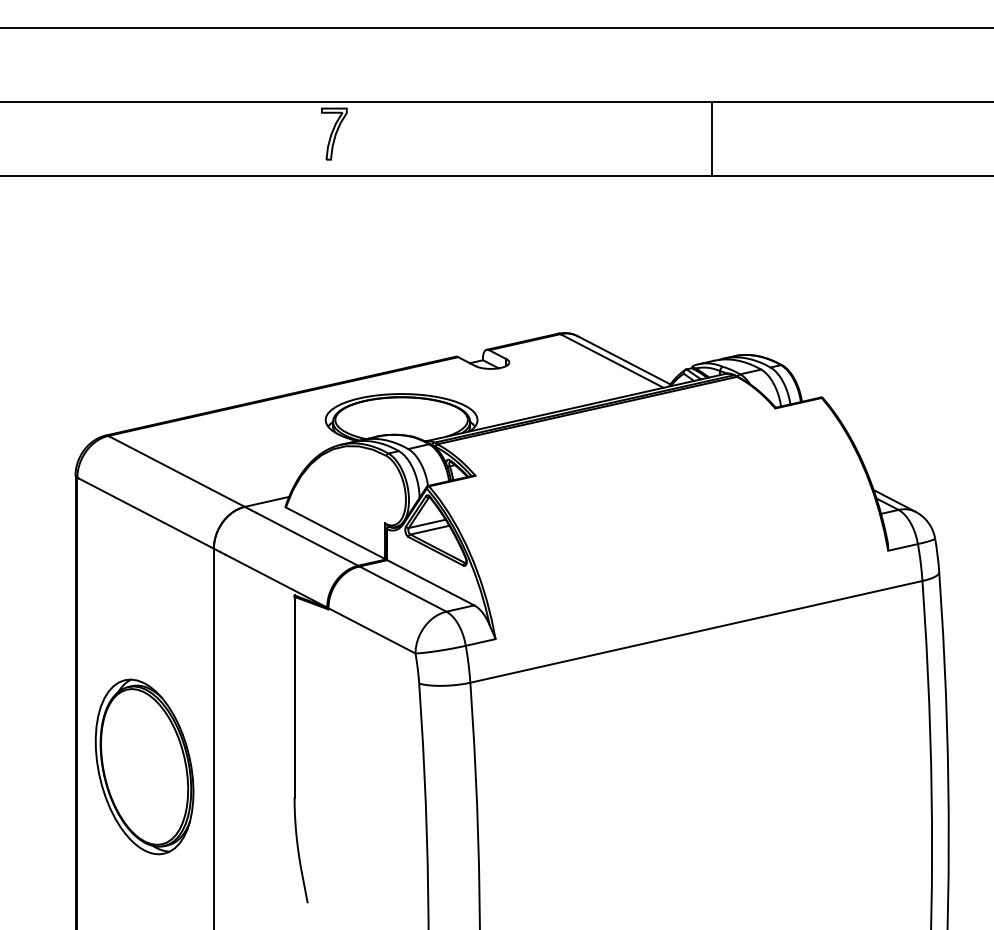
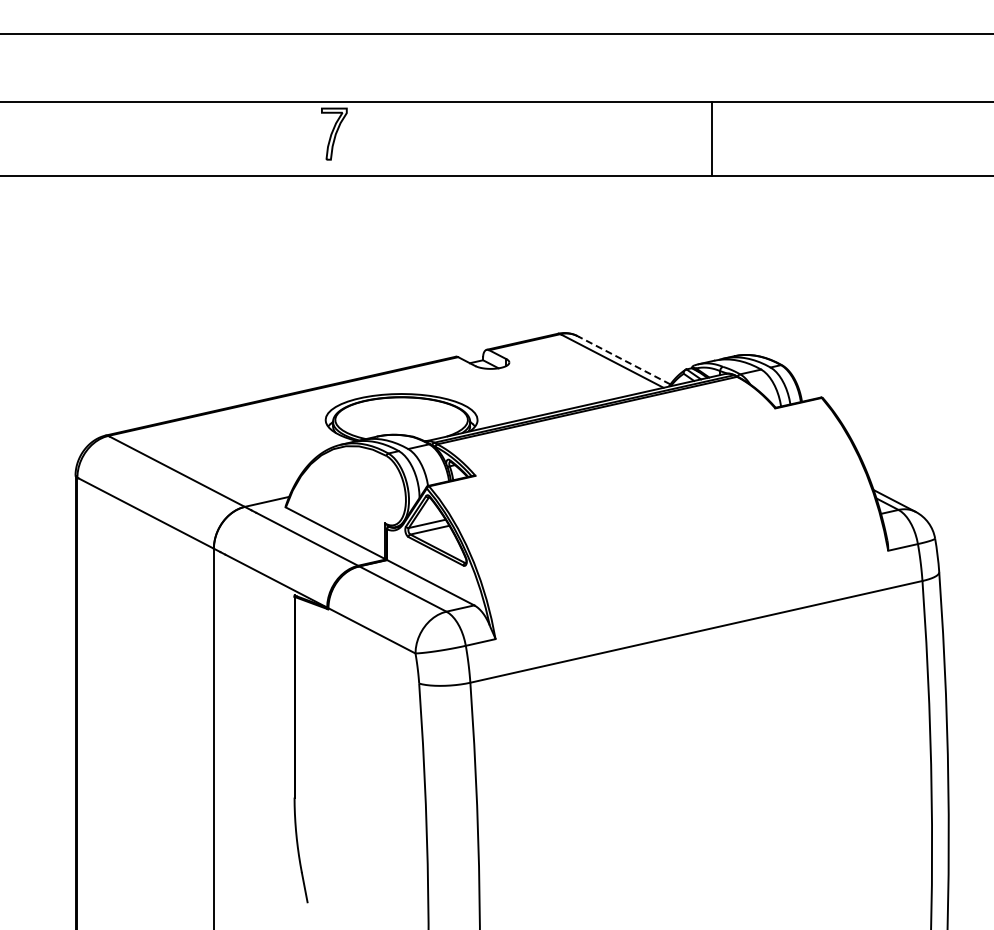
line at (496, 27) position: (496, 27) -> (496, 33)
line at (624, 360): solid -> dashed
part at (144, 766): present -> none
